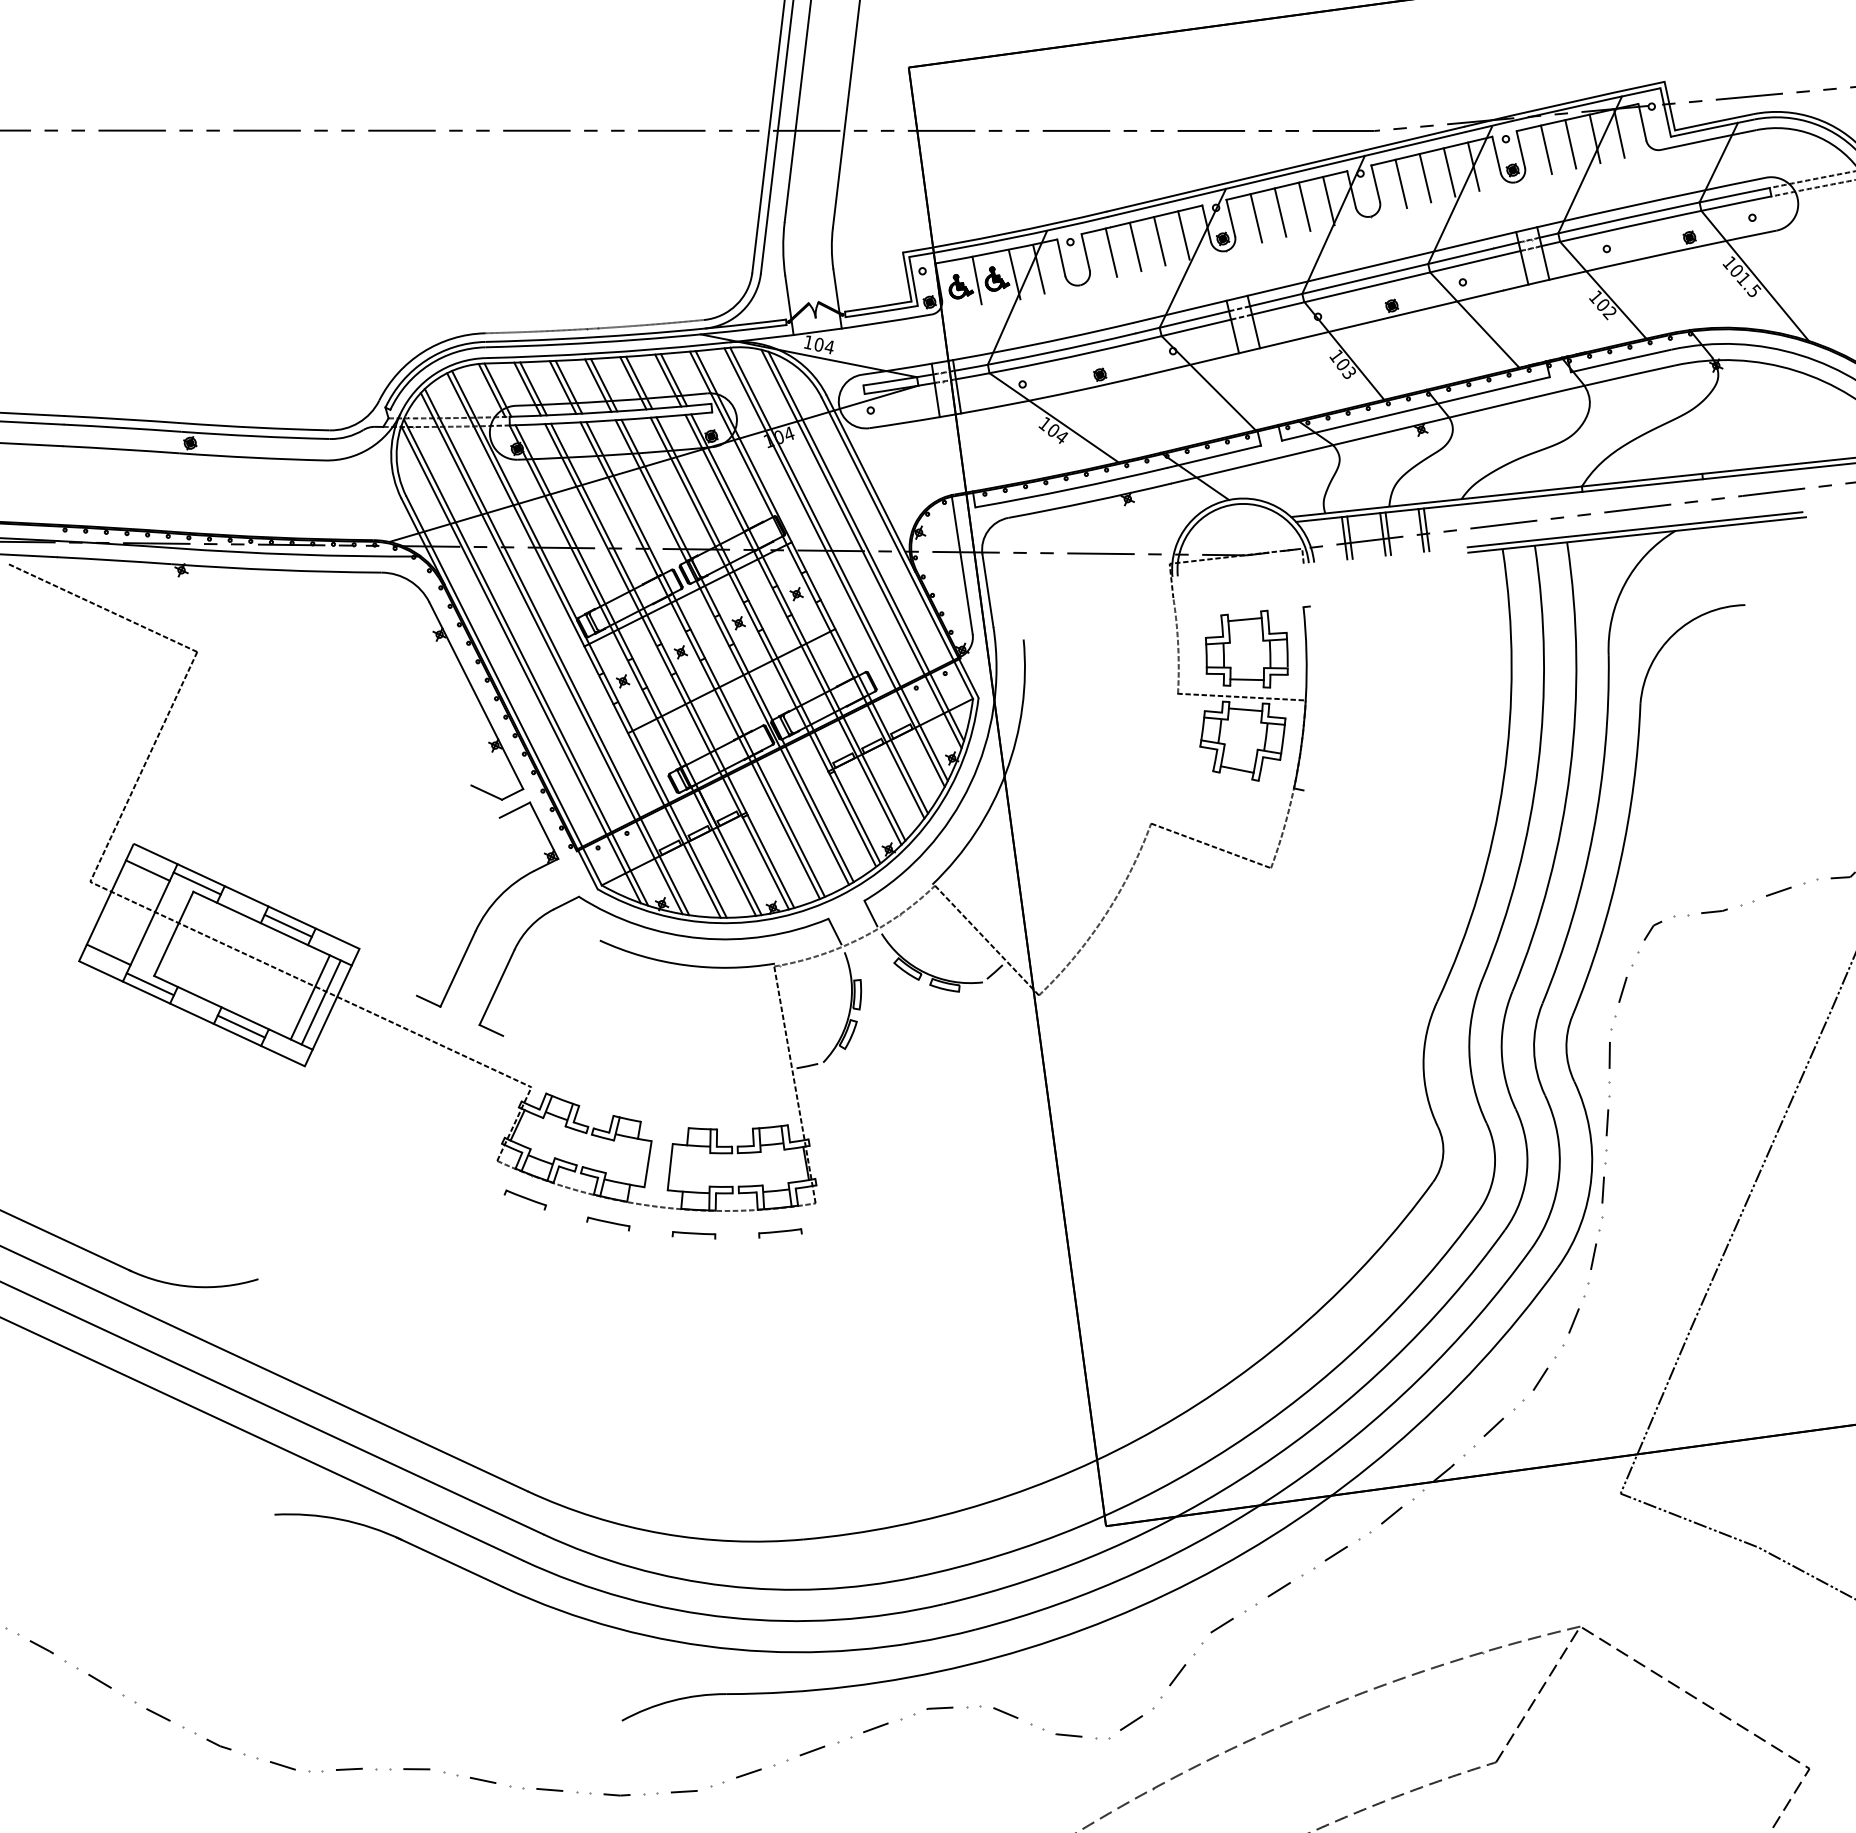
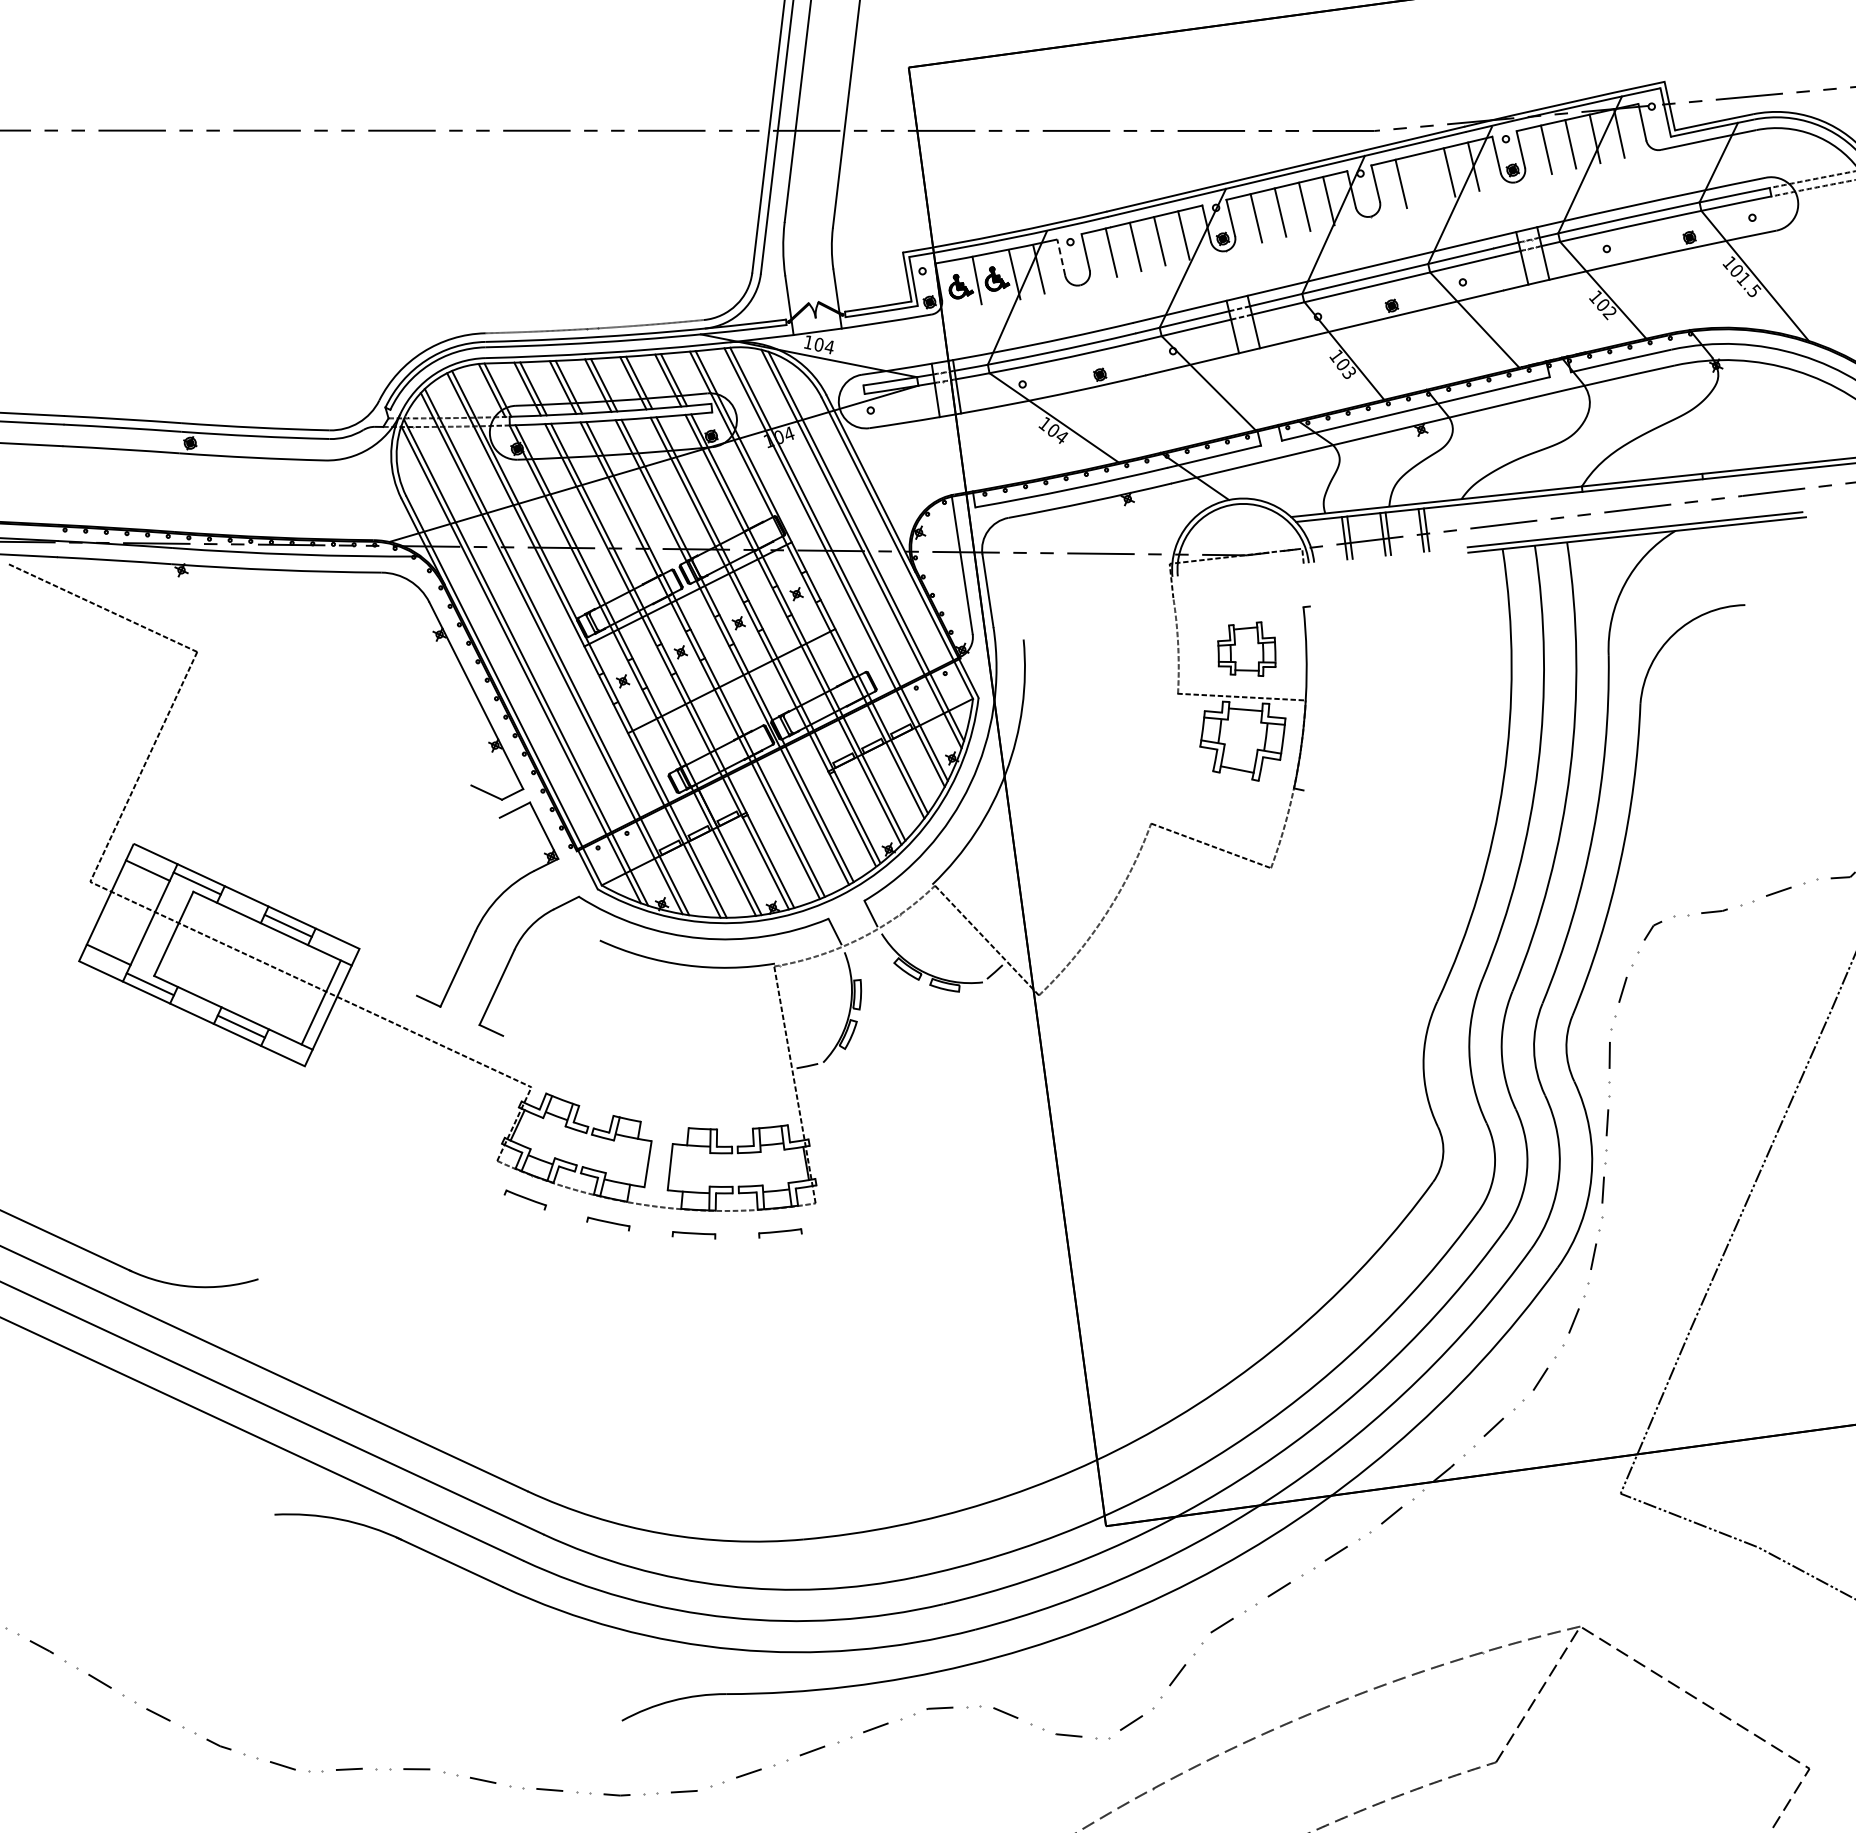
line at (1425, 178): present -> none
line at (1061, 257): solid -> dashed
part at (1246, 648) size: 84x80 px -> 60x56 px
line at (309, 997): present -> none
